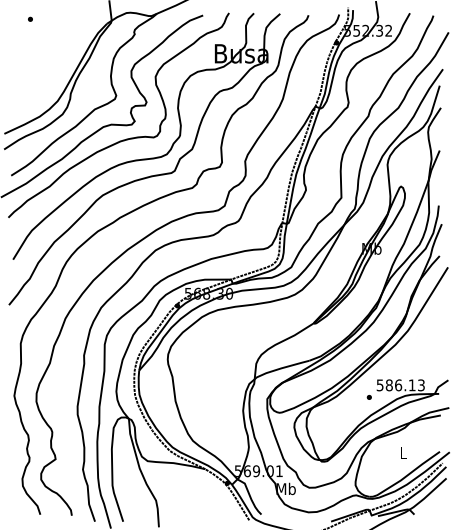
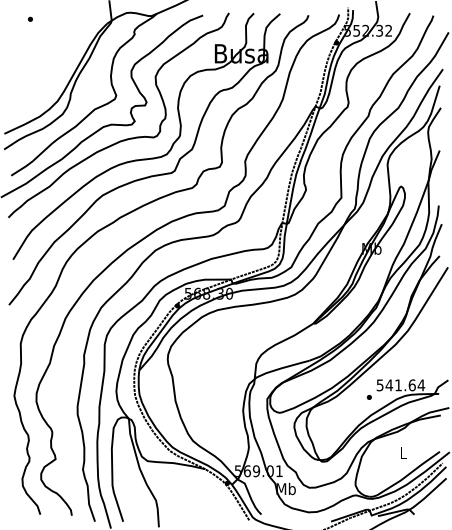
text at (405, 385): 586.13 -> 541.64
